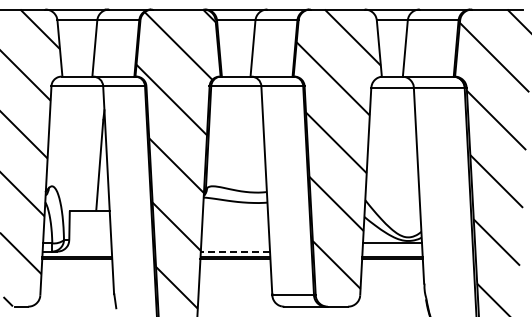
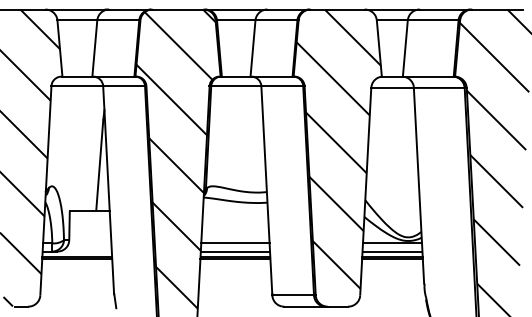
line at (235, 243): none -> present
line at (235, 251): dashed -> solid
line at (392, 251): none -> present
